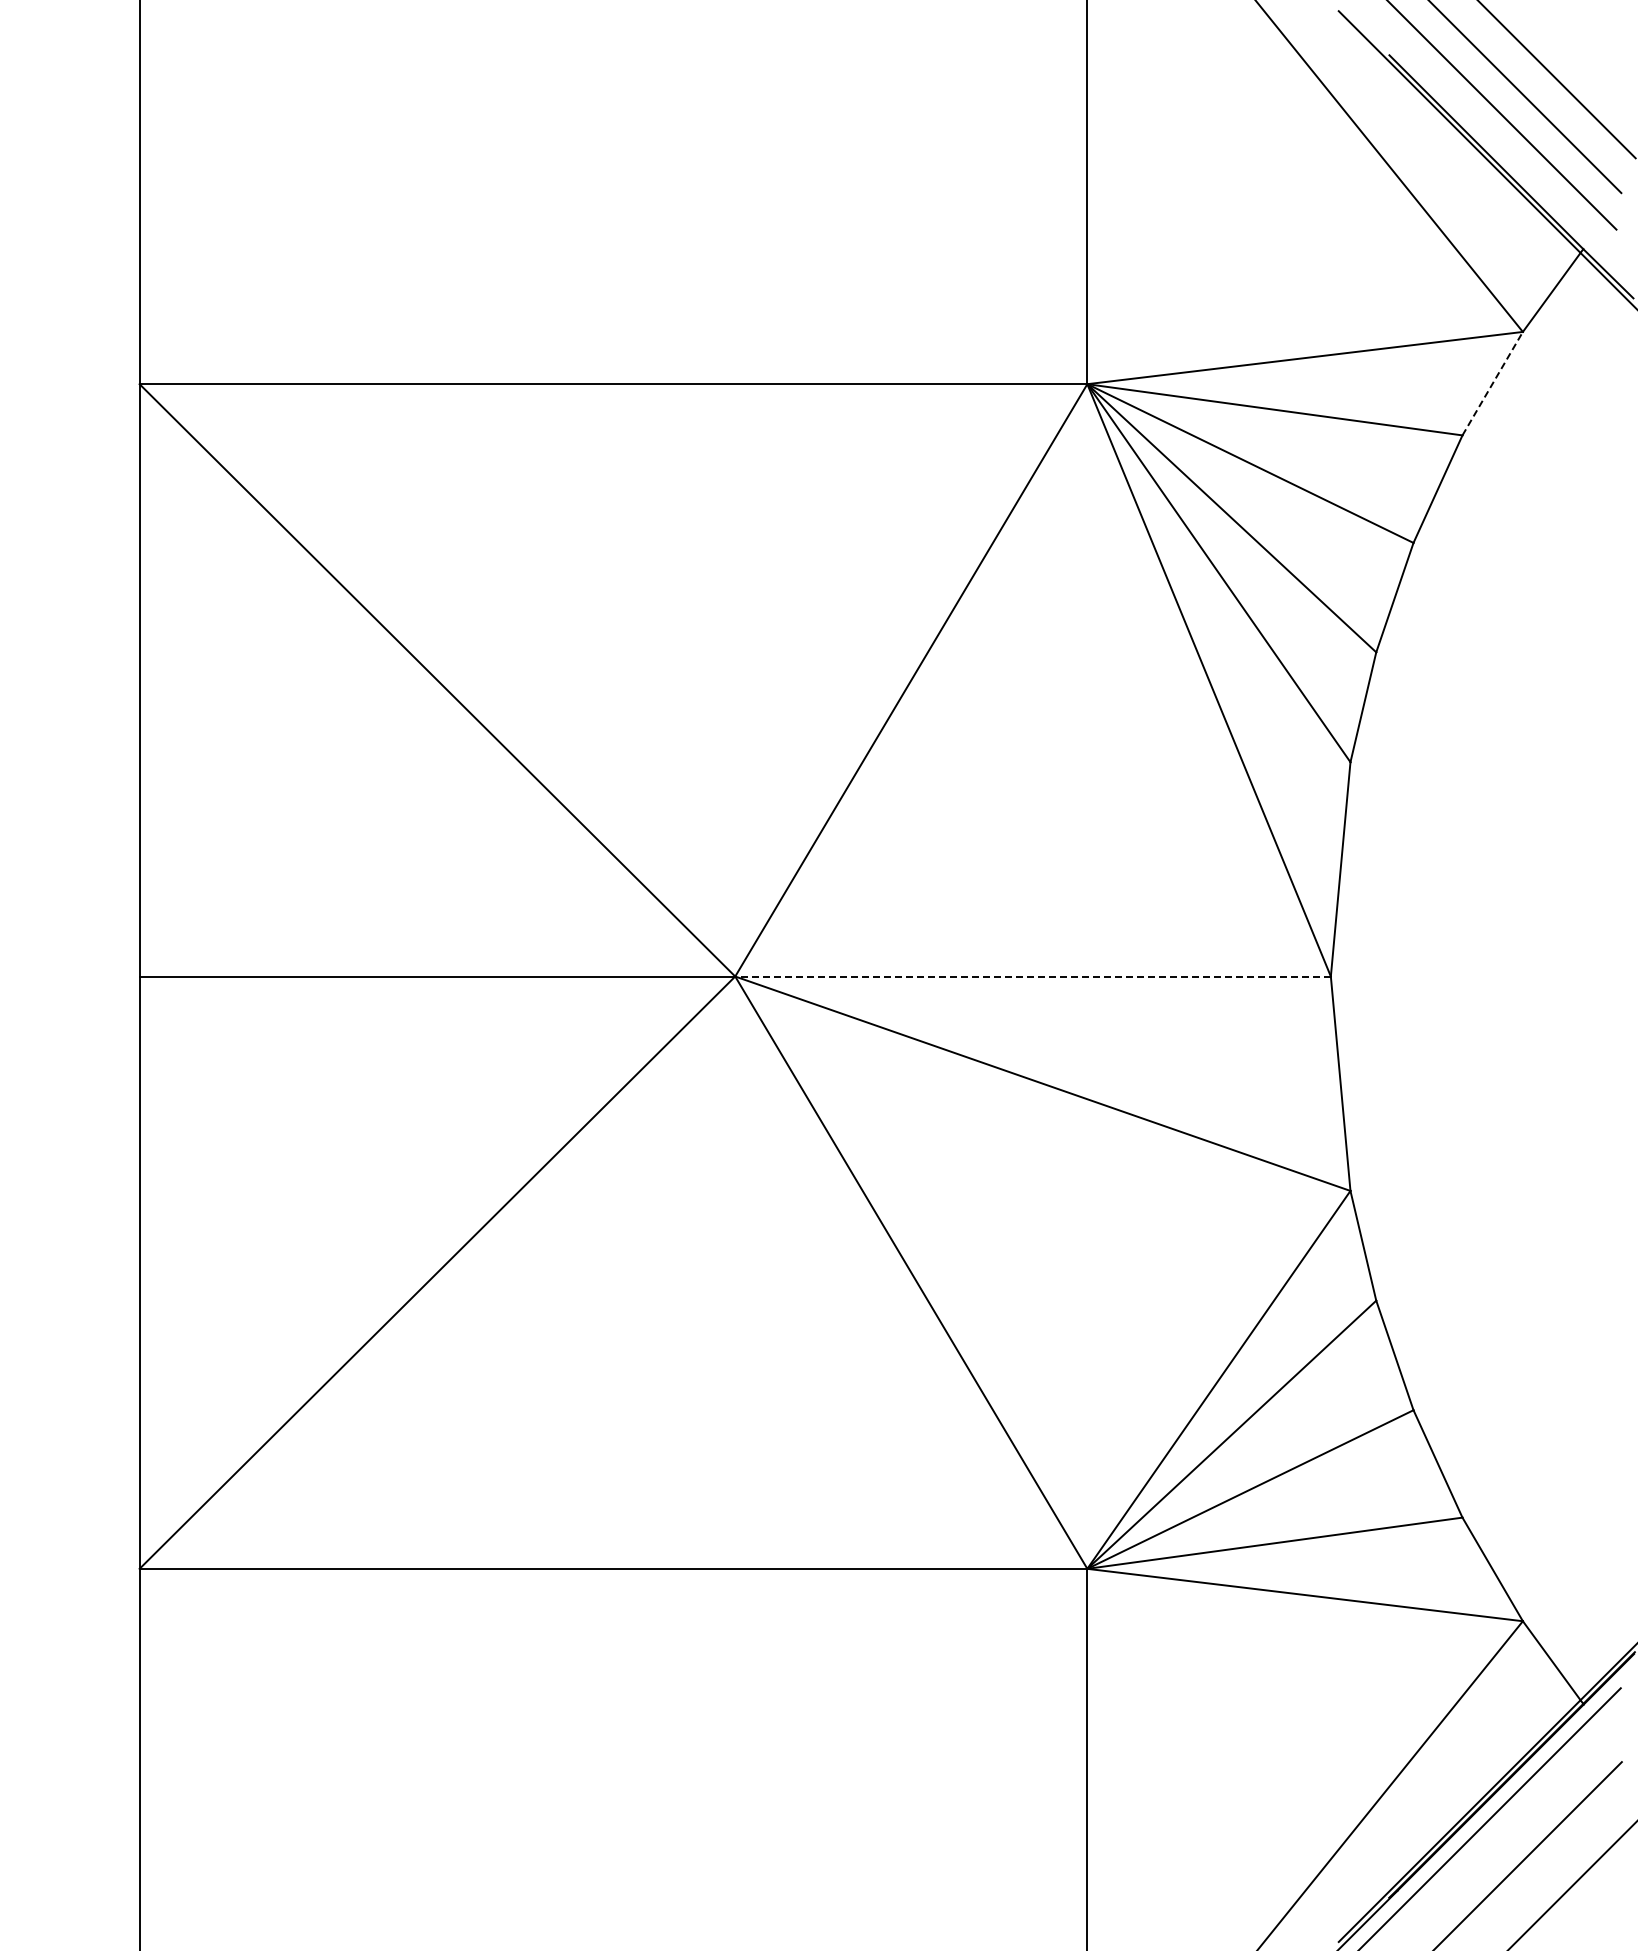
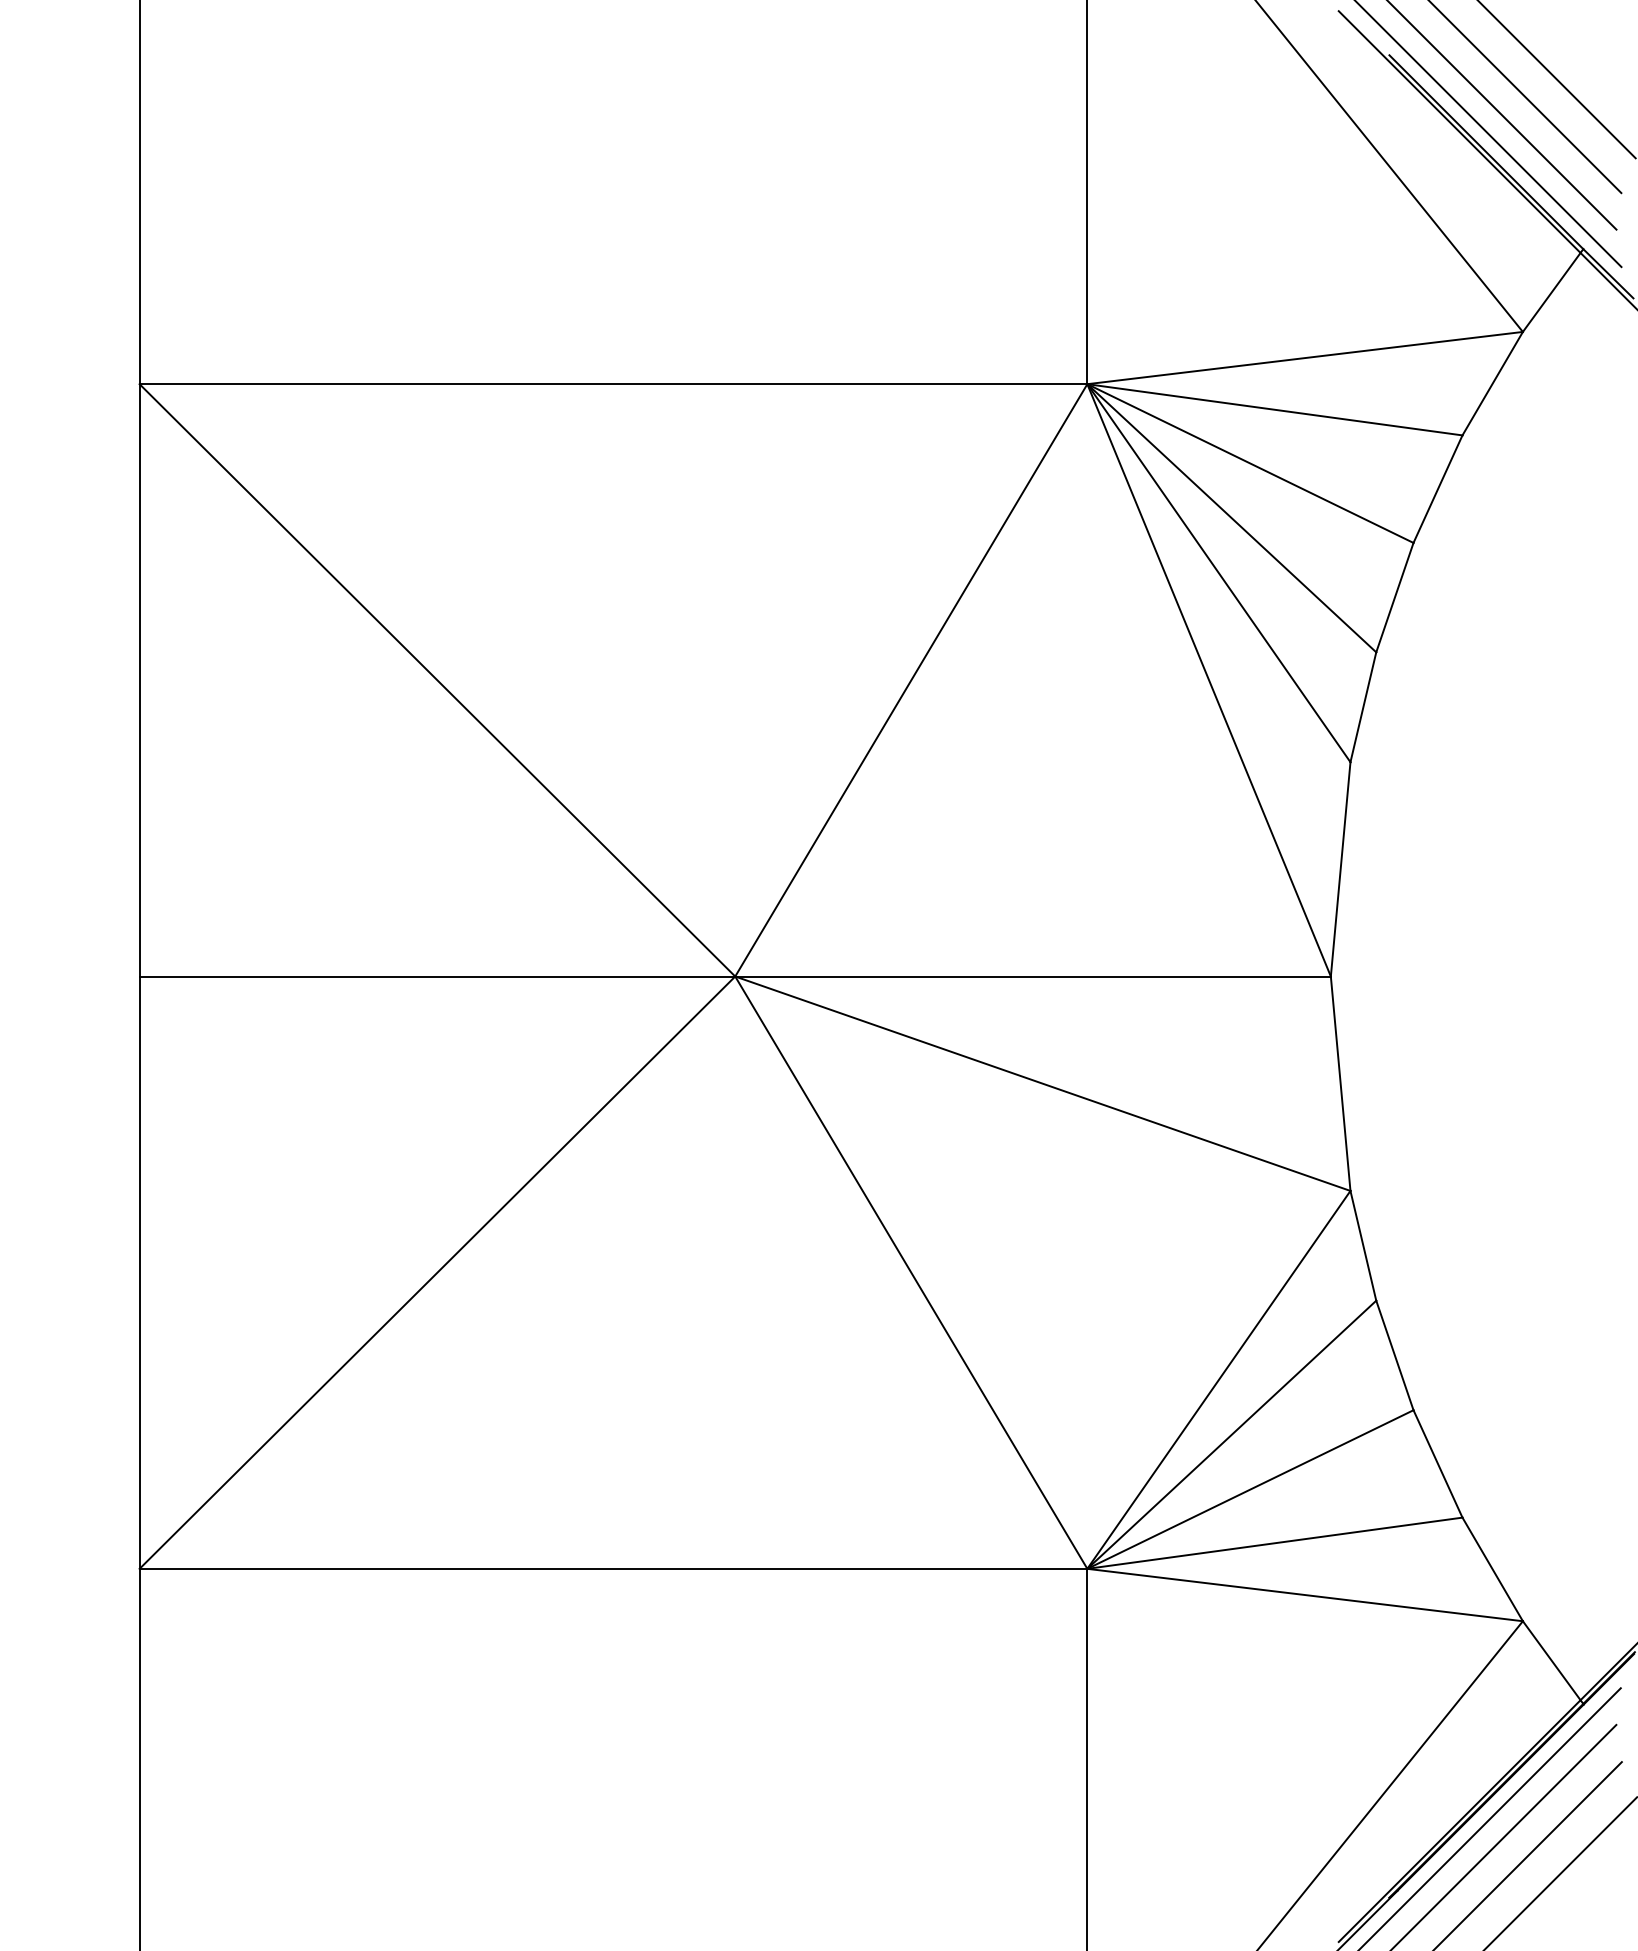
line at (1488, 134): none -> present
line at (1492, 383): dashed -> solid
line at (1033, 976): dashed -> solid
line at (1504, 1835): none -> present
line at (1572, 1885) position: (1572, 1885) -> (1560, 1873)
